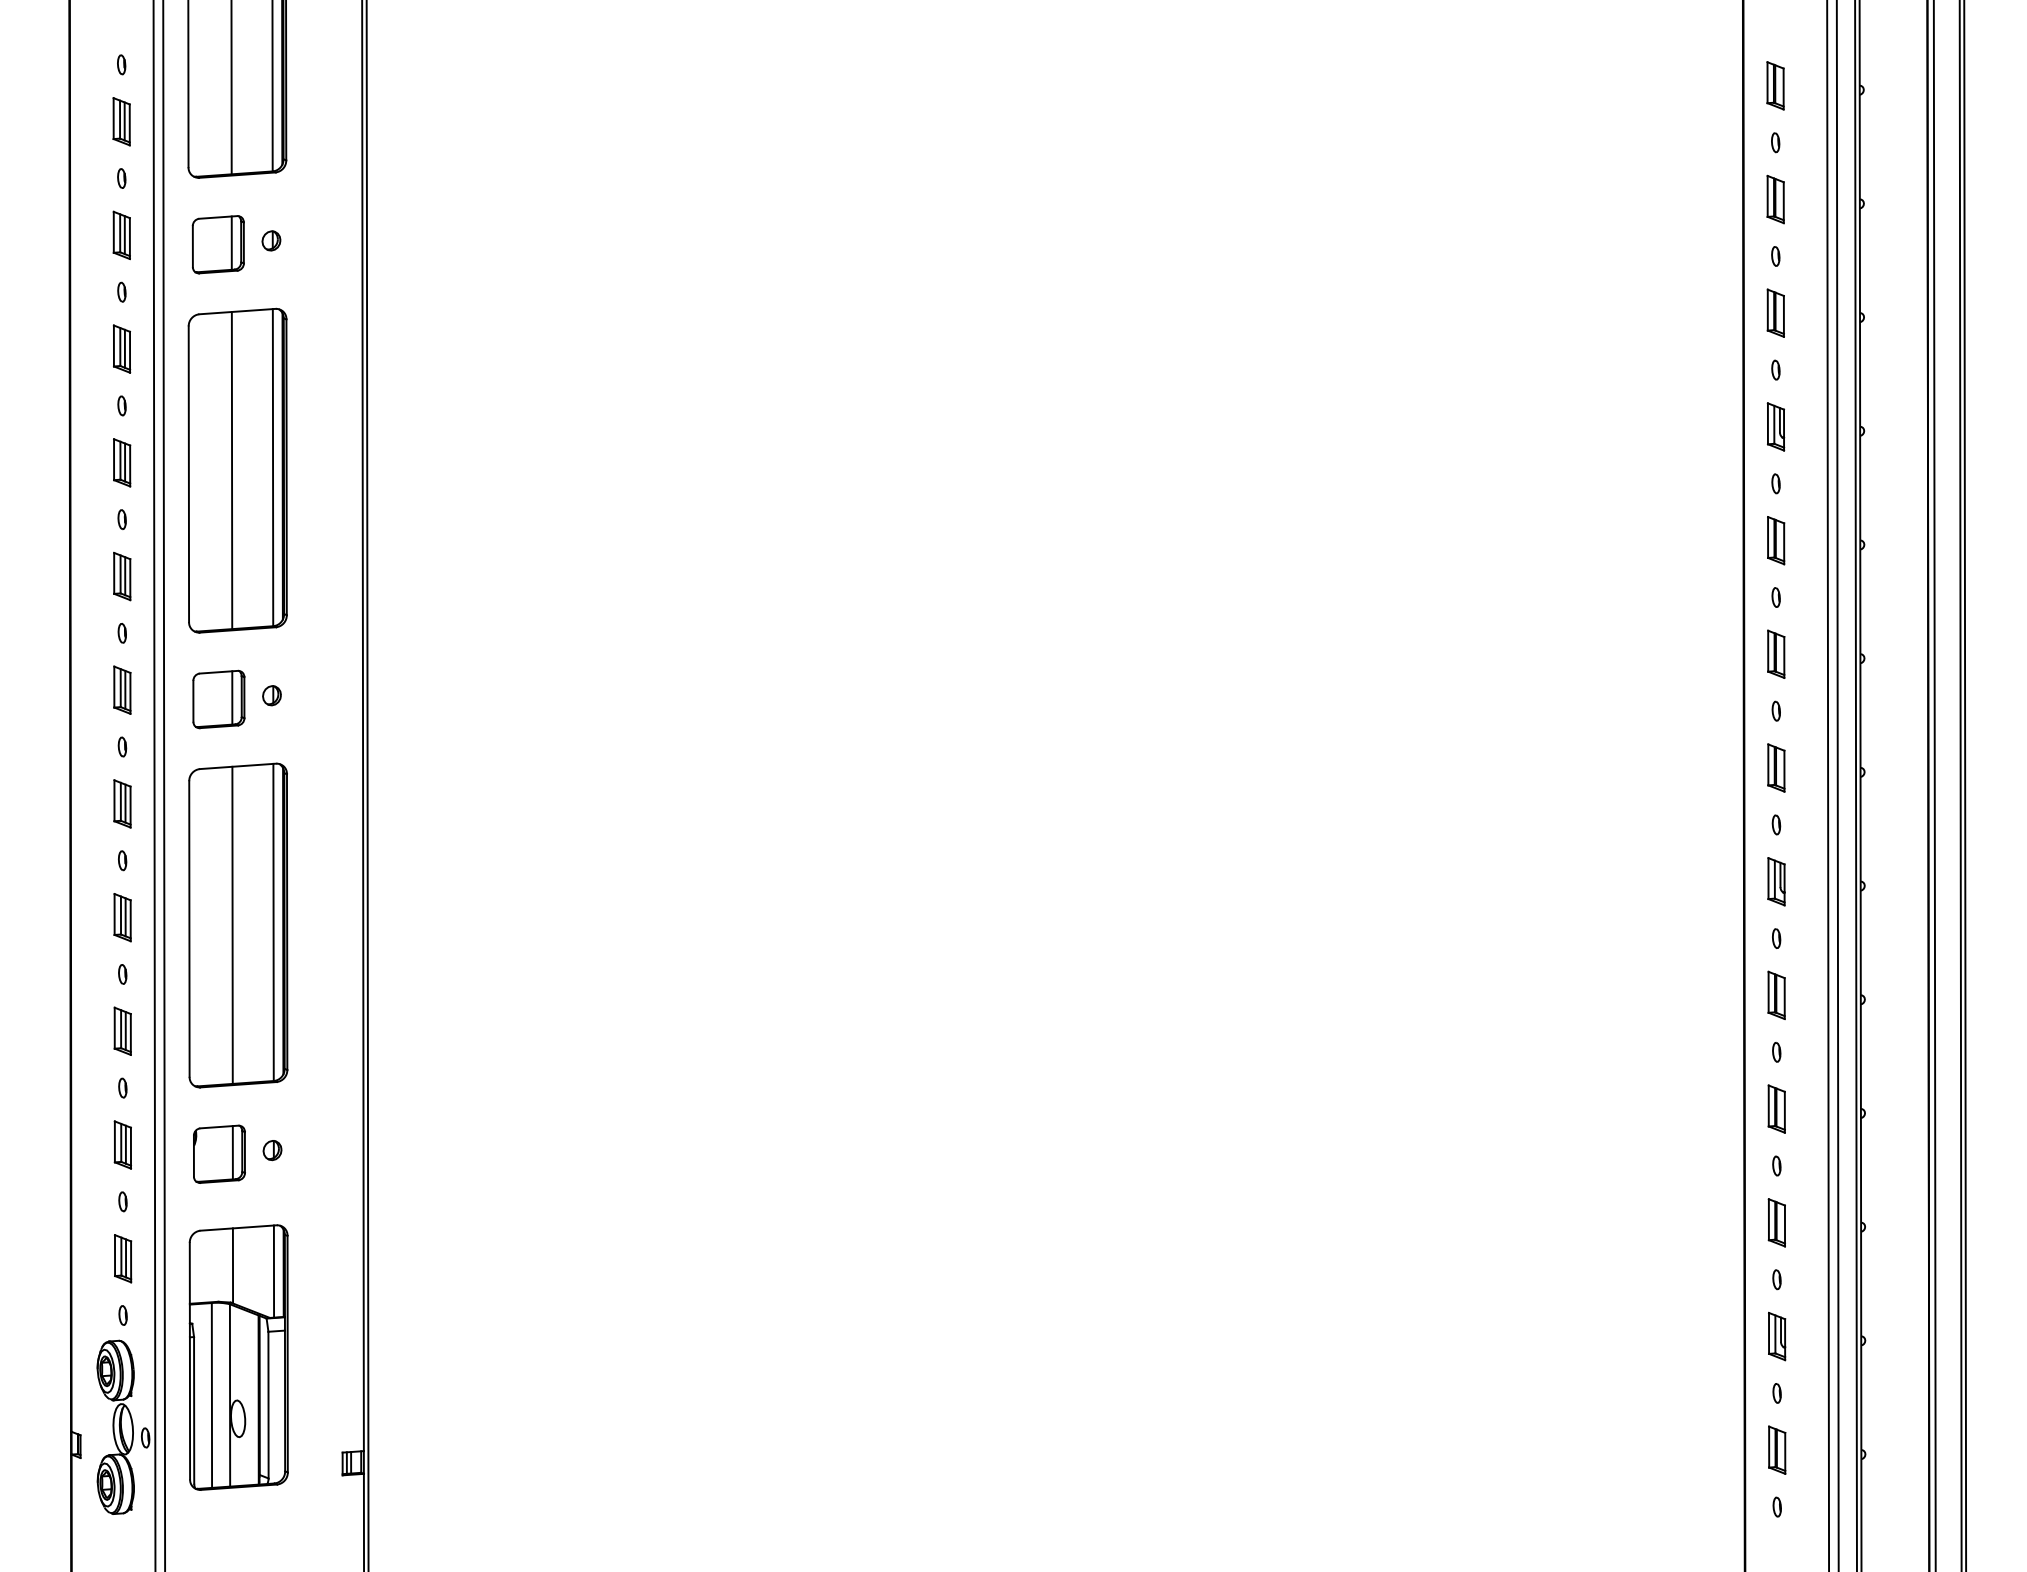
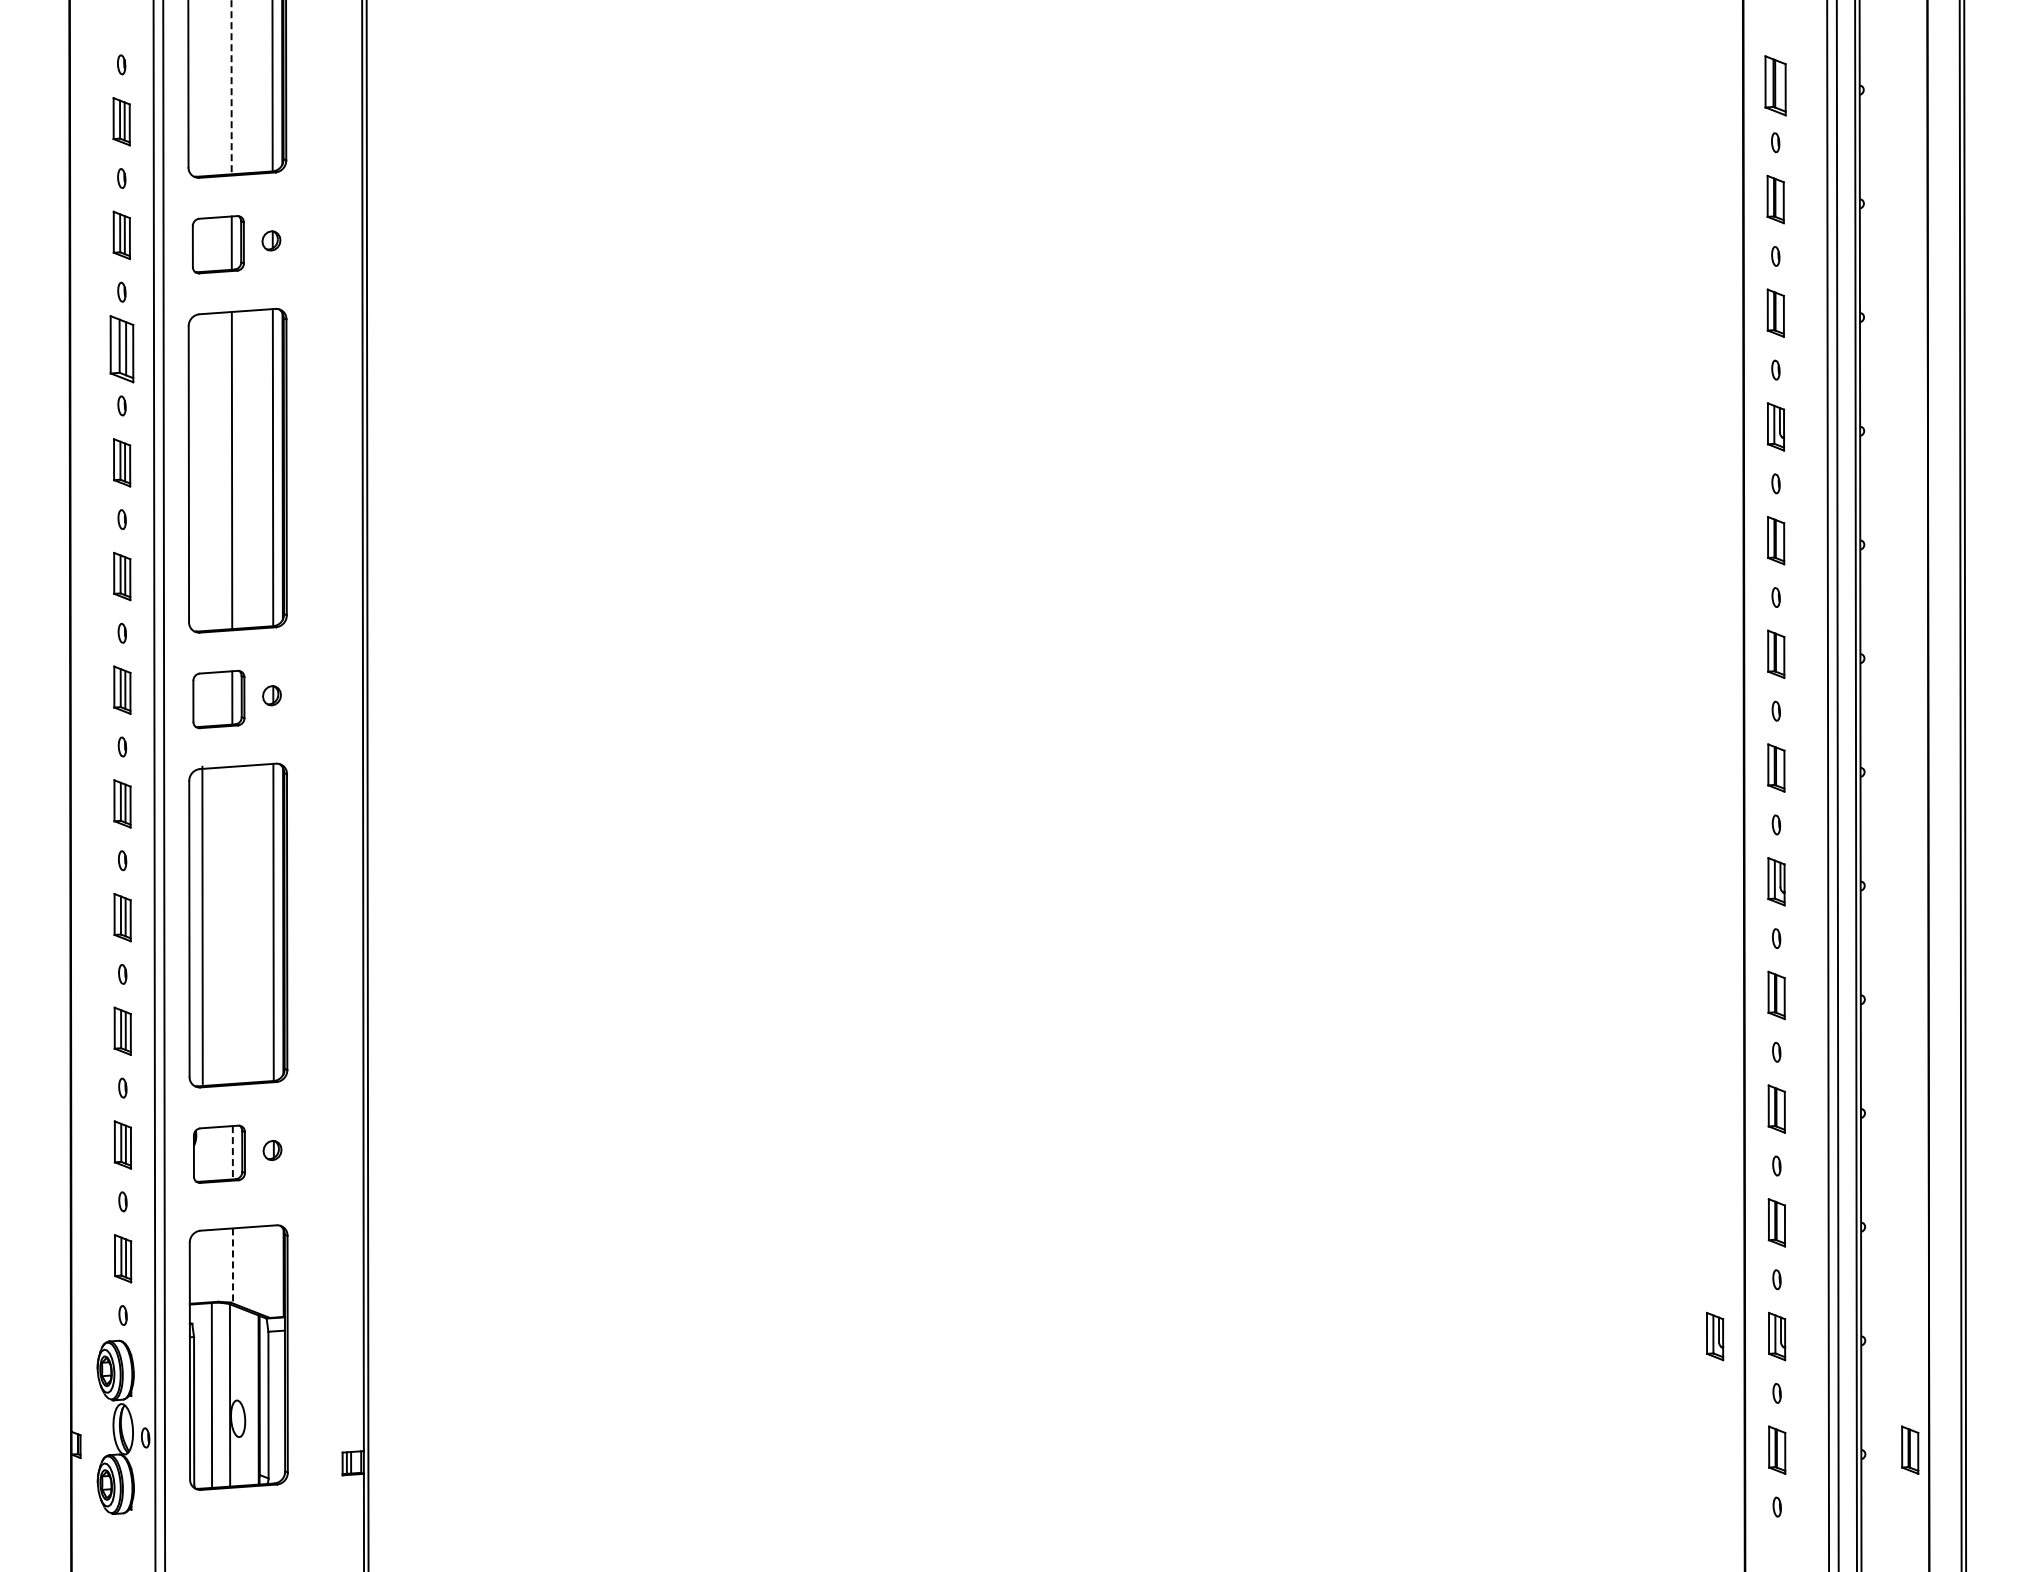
part at (1775, 85) size: 19x50 px -> 23x62 px
line at (231, 87): solid -> dashed
part at (121, 348) size: 20x50 px -> 26x69 px
line at (1934, 785): present -> none
line at (232, 924) position: (232, 924) -> (202, 924)
line at (232, 1152): solid -> dashed
line at (232, 1265): solid -> dashed
line at (273, 1271): present -> none
part at (1715, 1336): none -> present
part at (1910, 1449): none -> present
